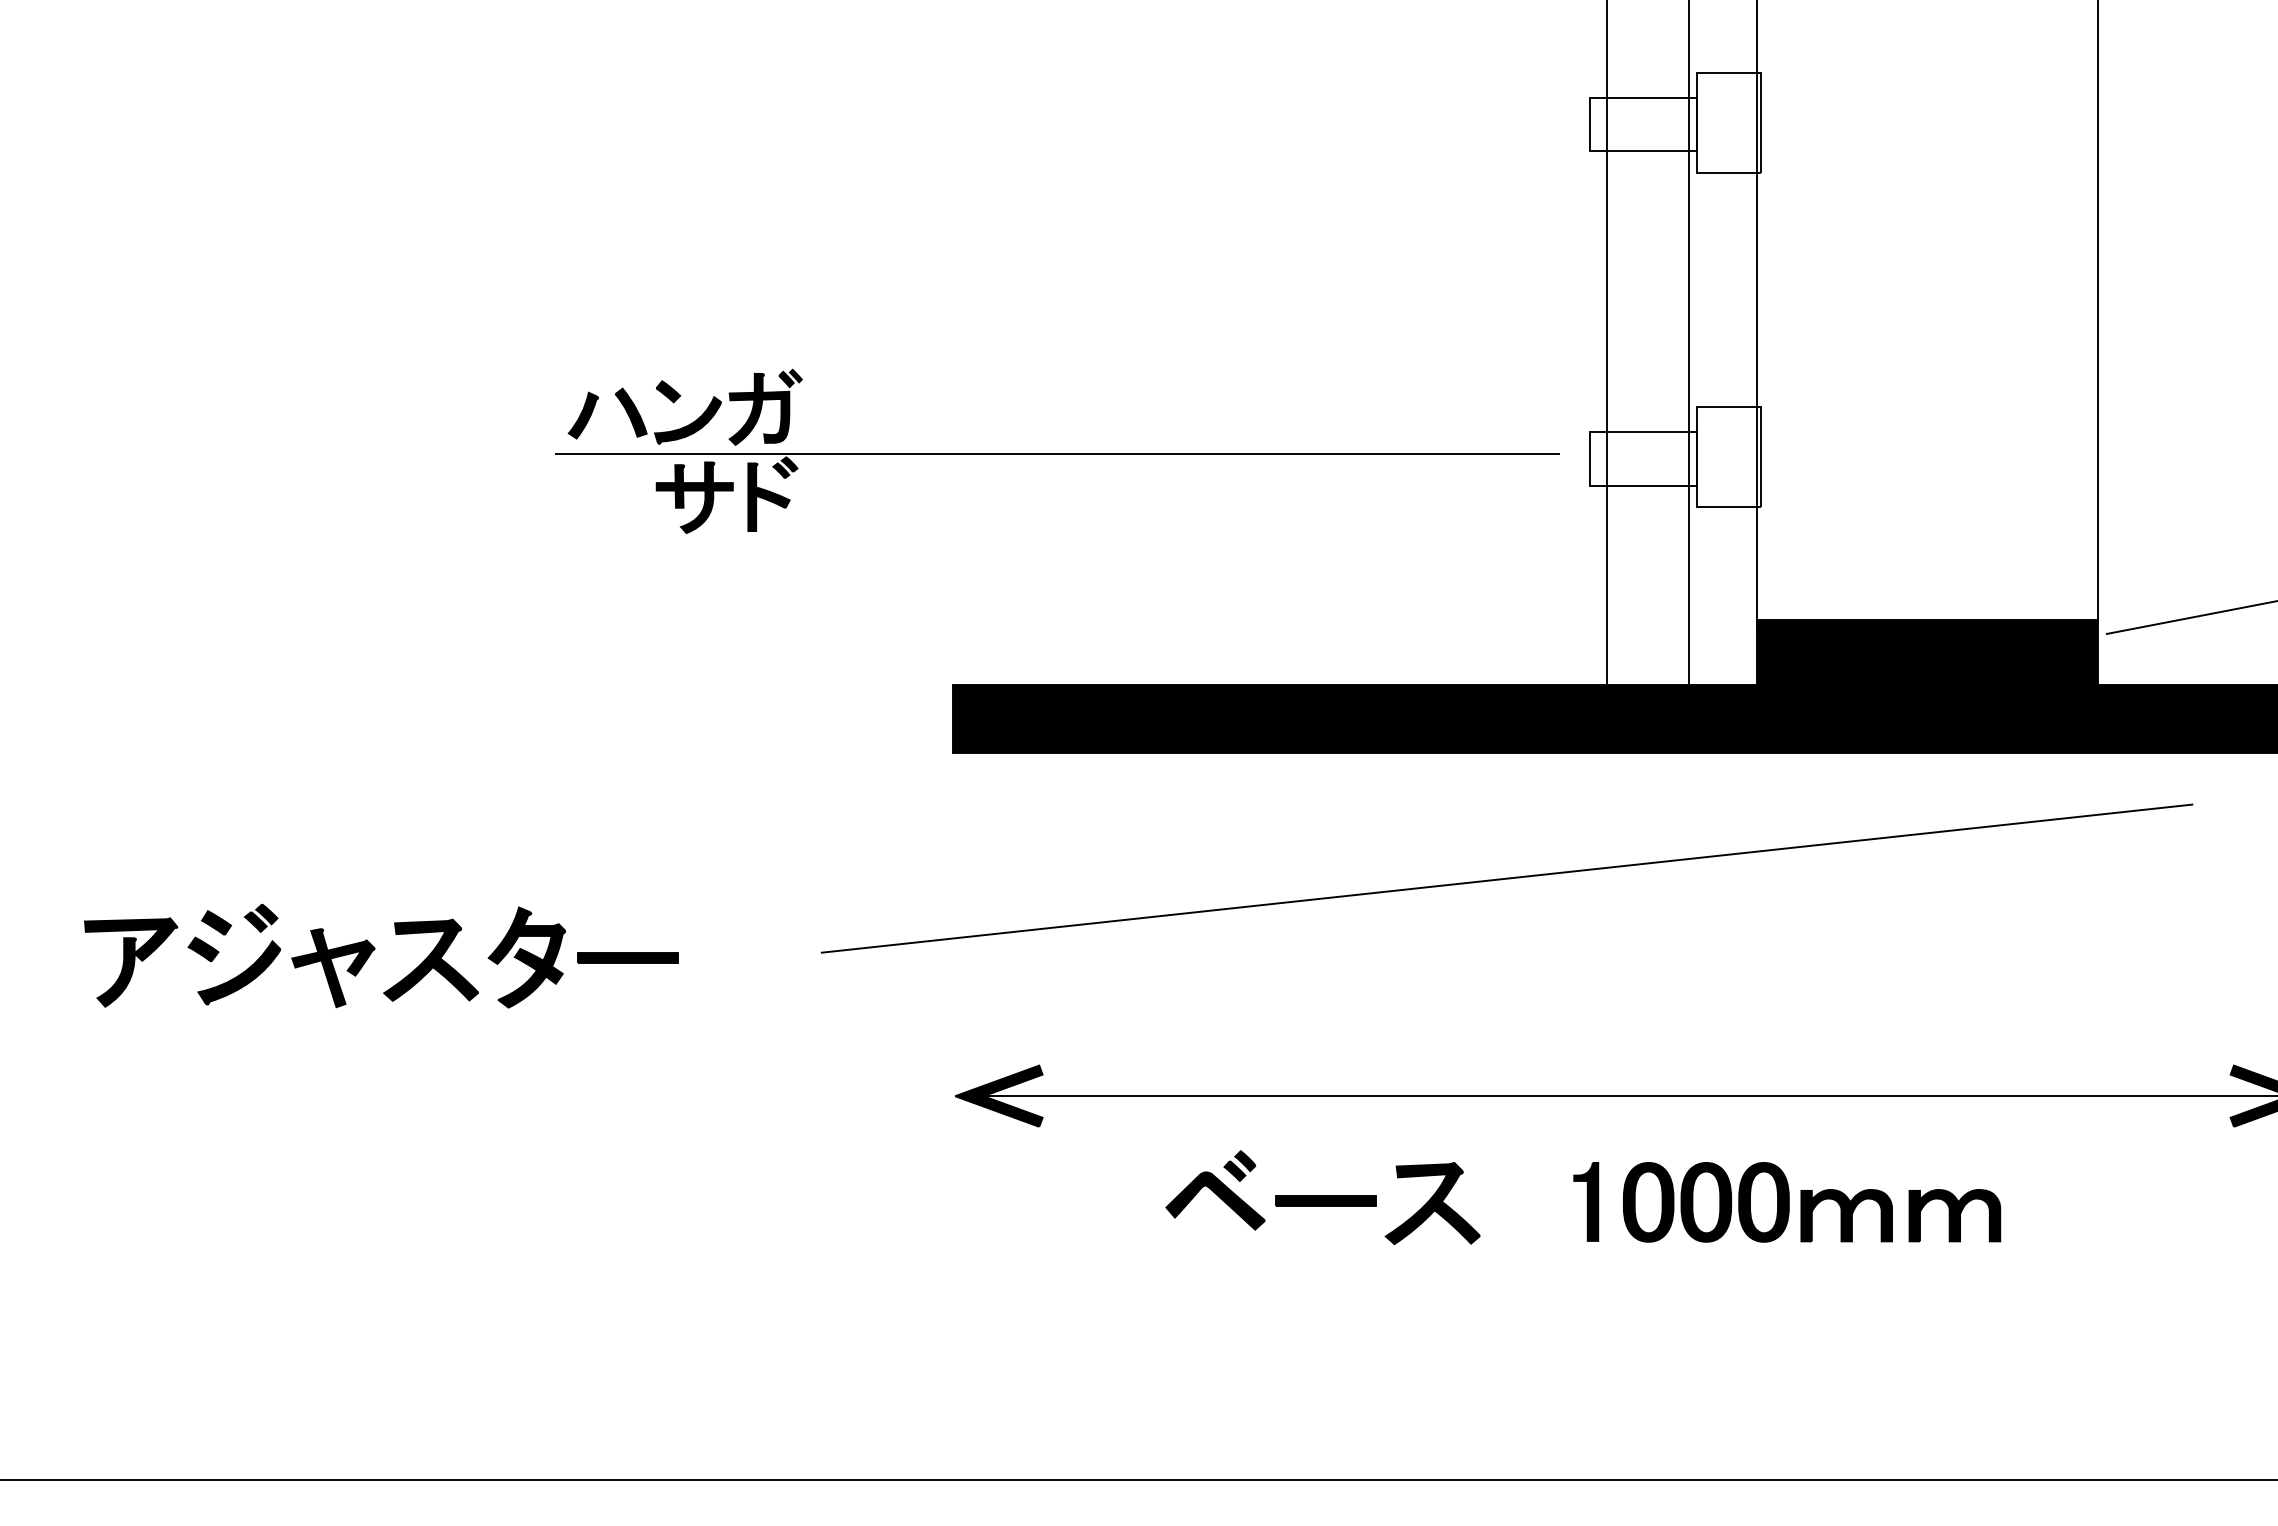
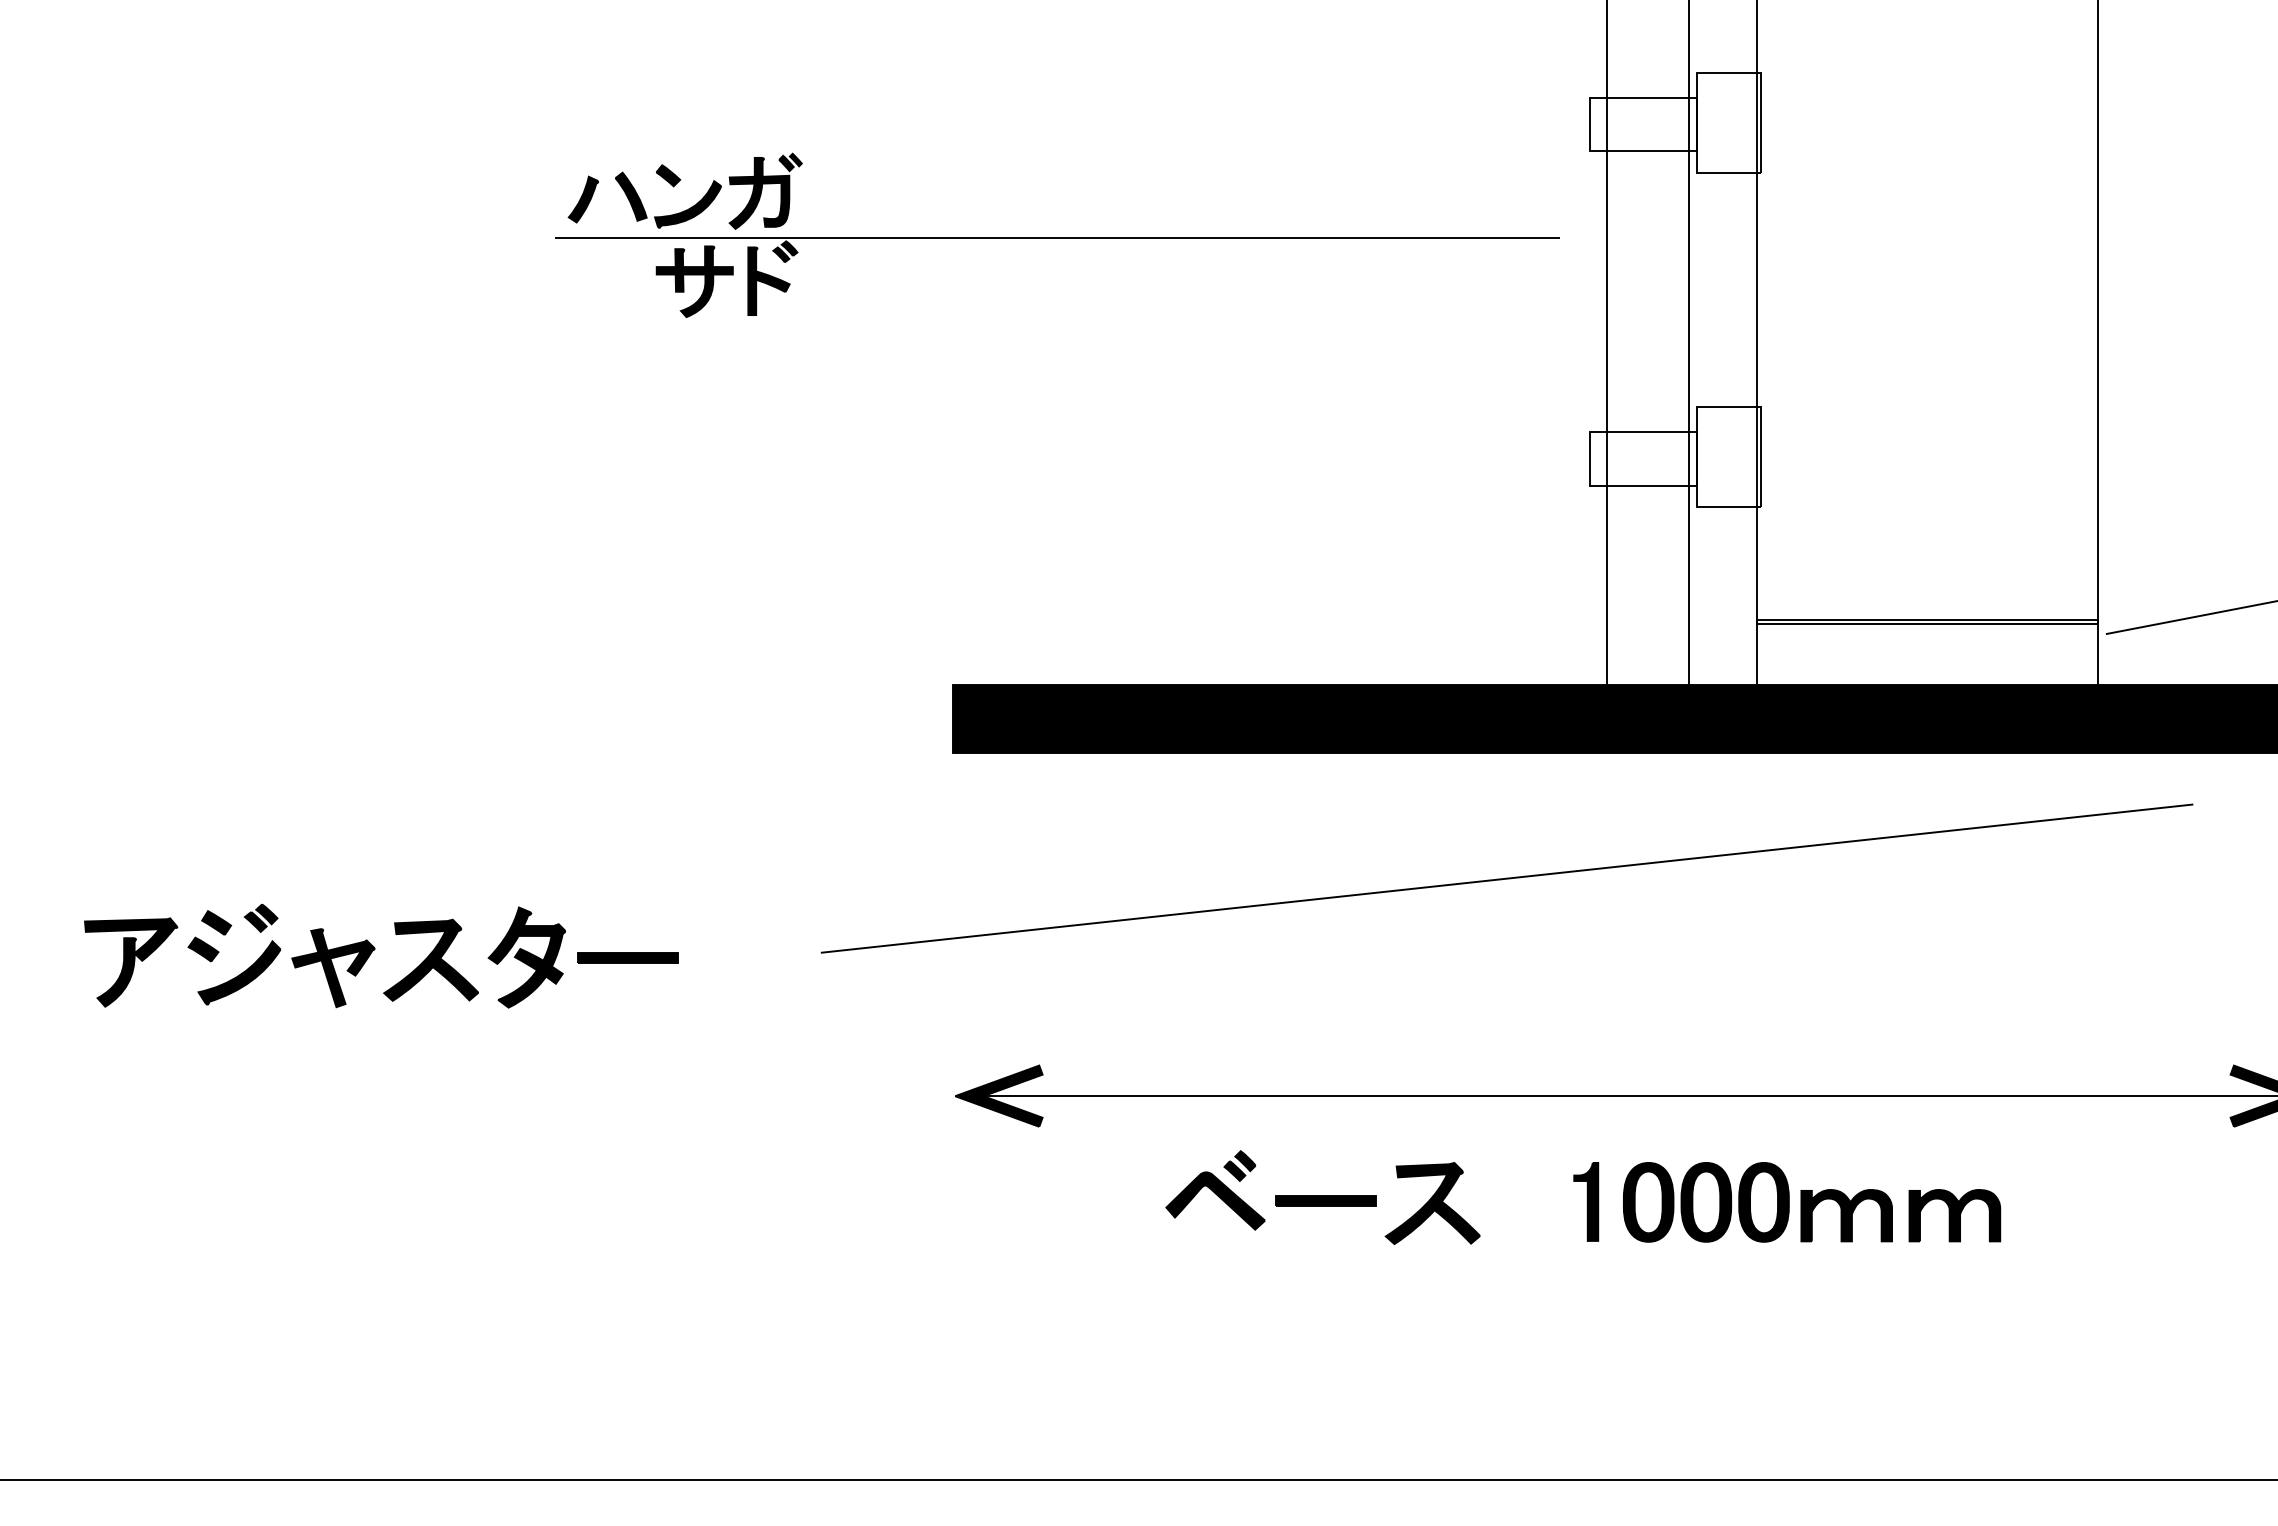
part at (1057, 450) position: (1057, 450) -> (1057, 234)
fill at (1927, 654): present -> none
